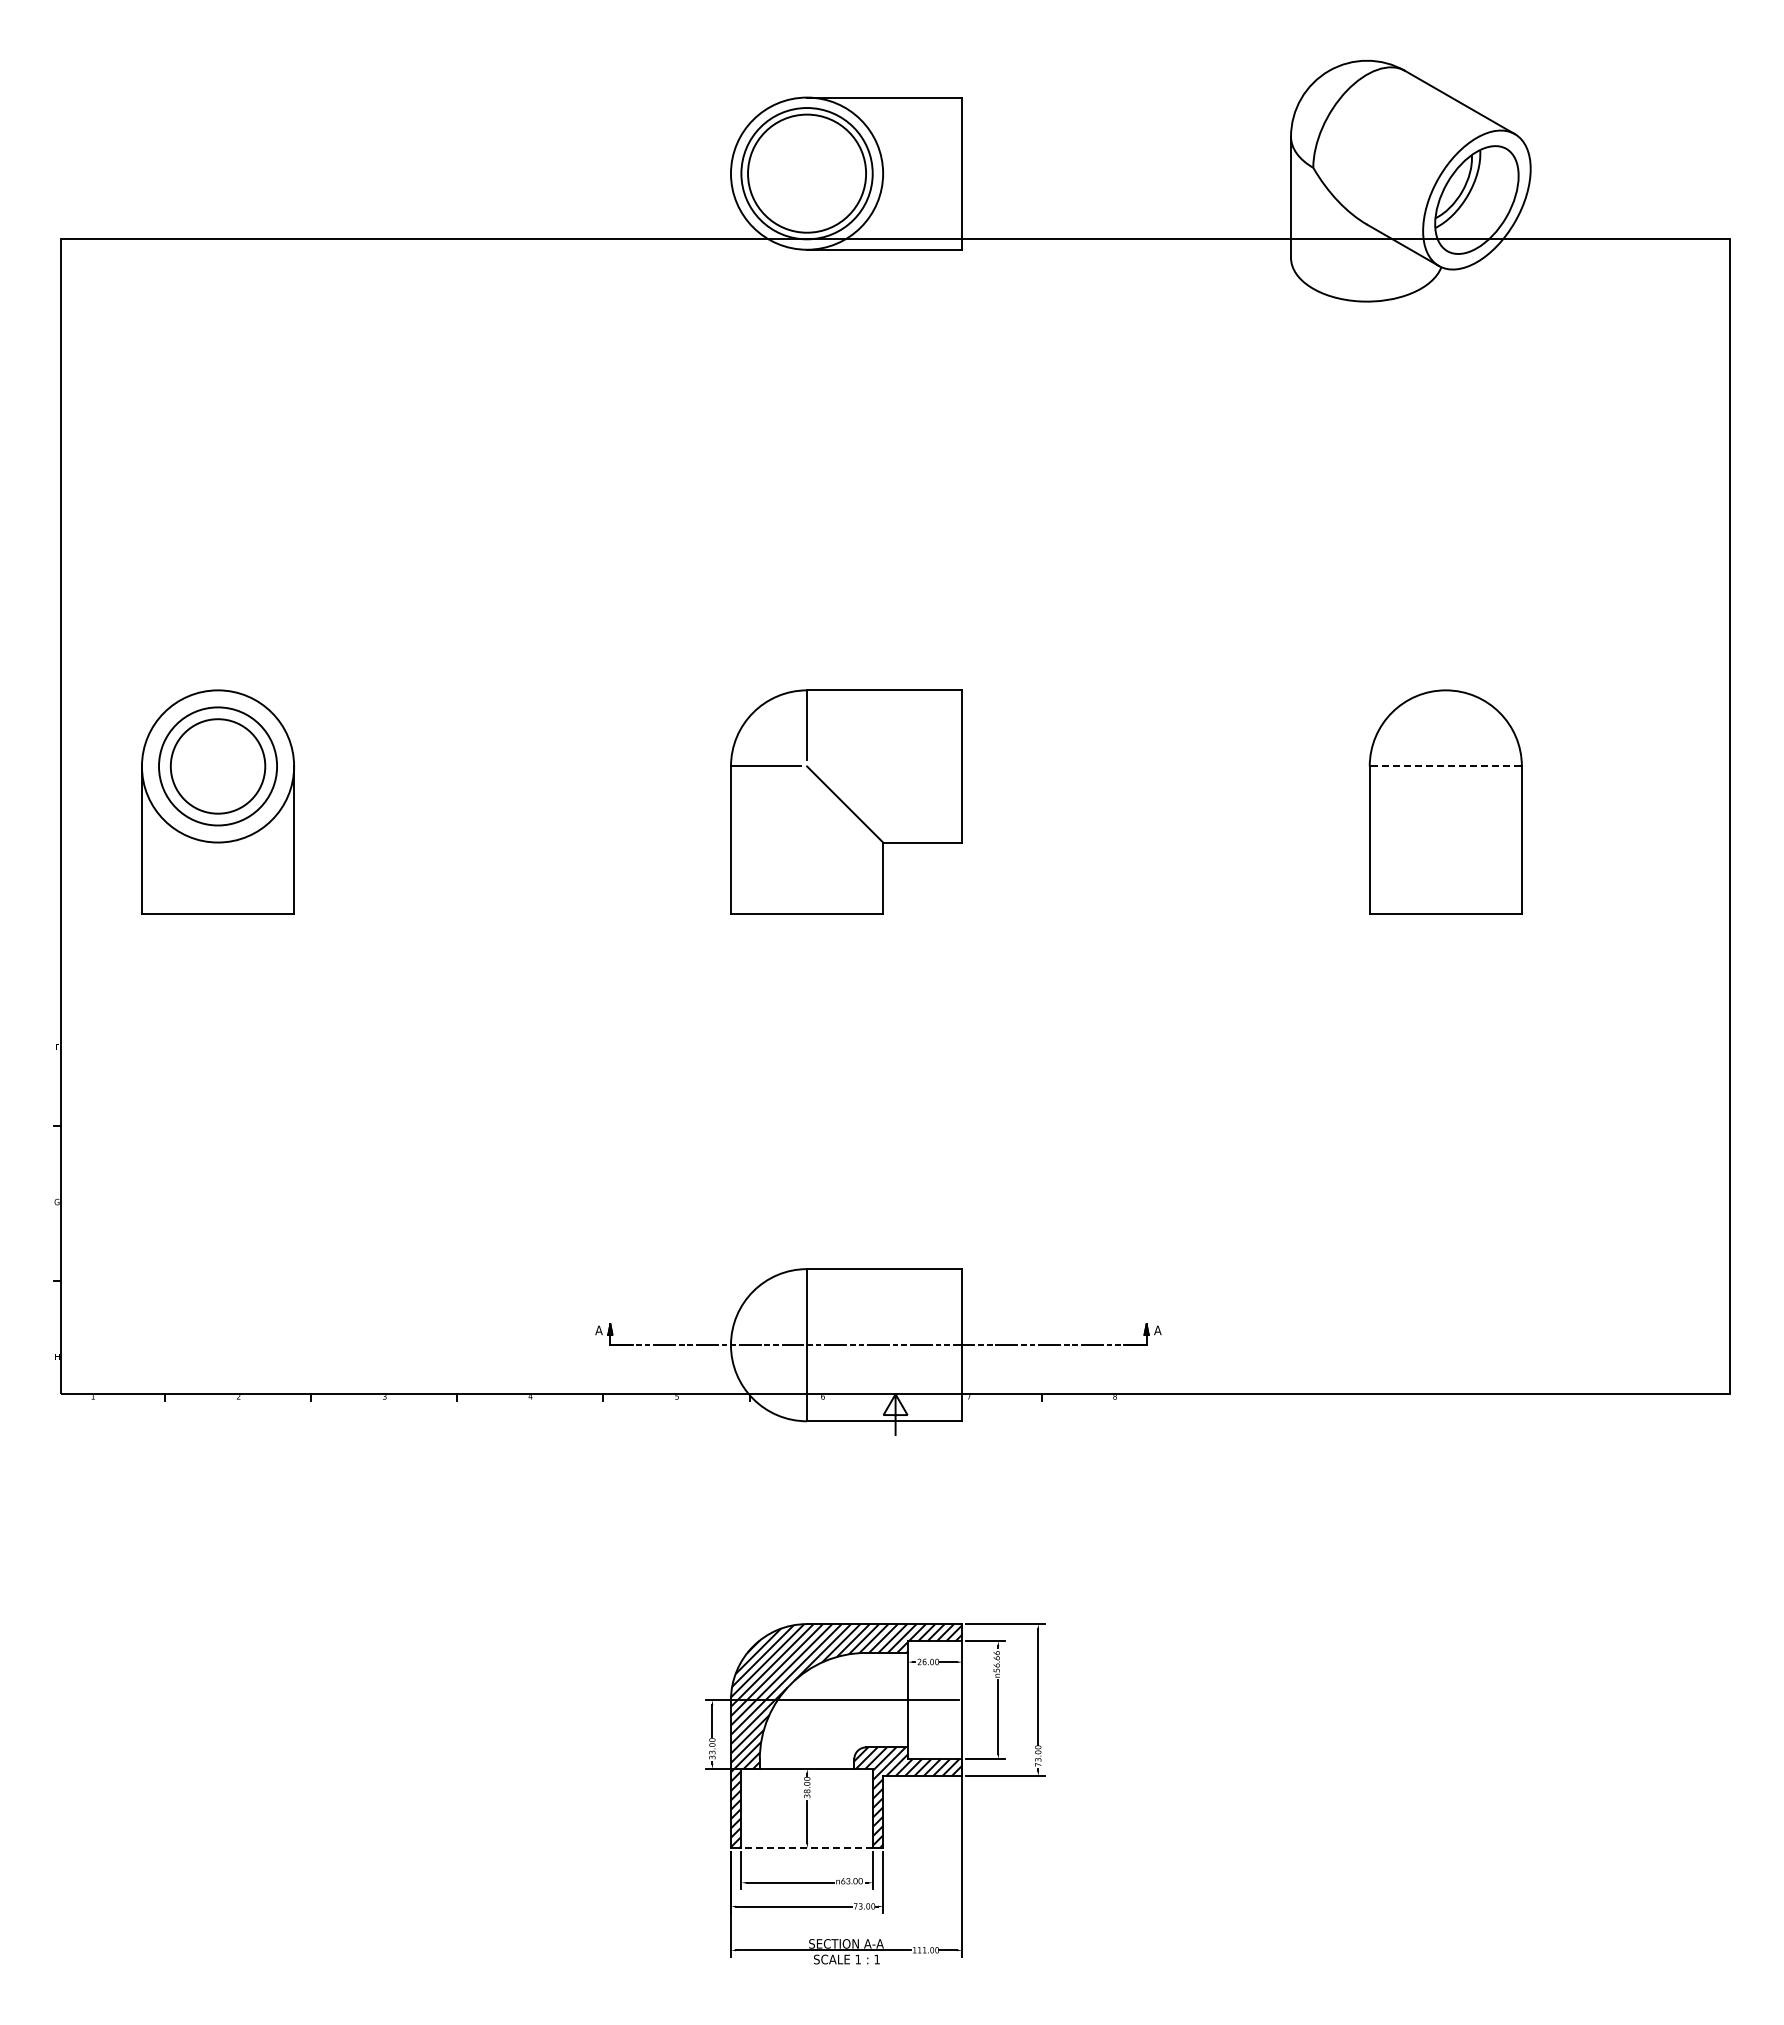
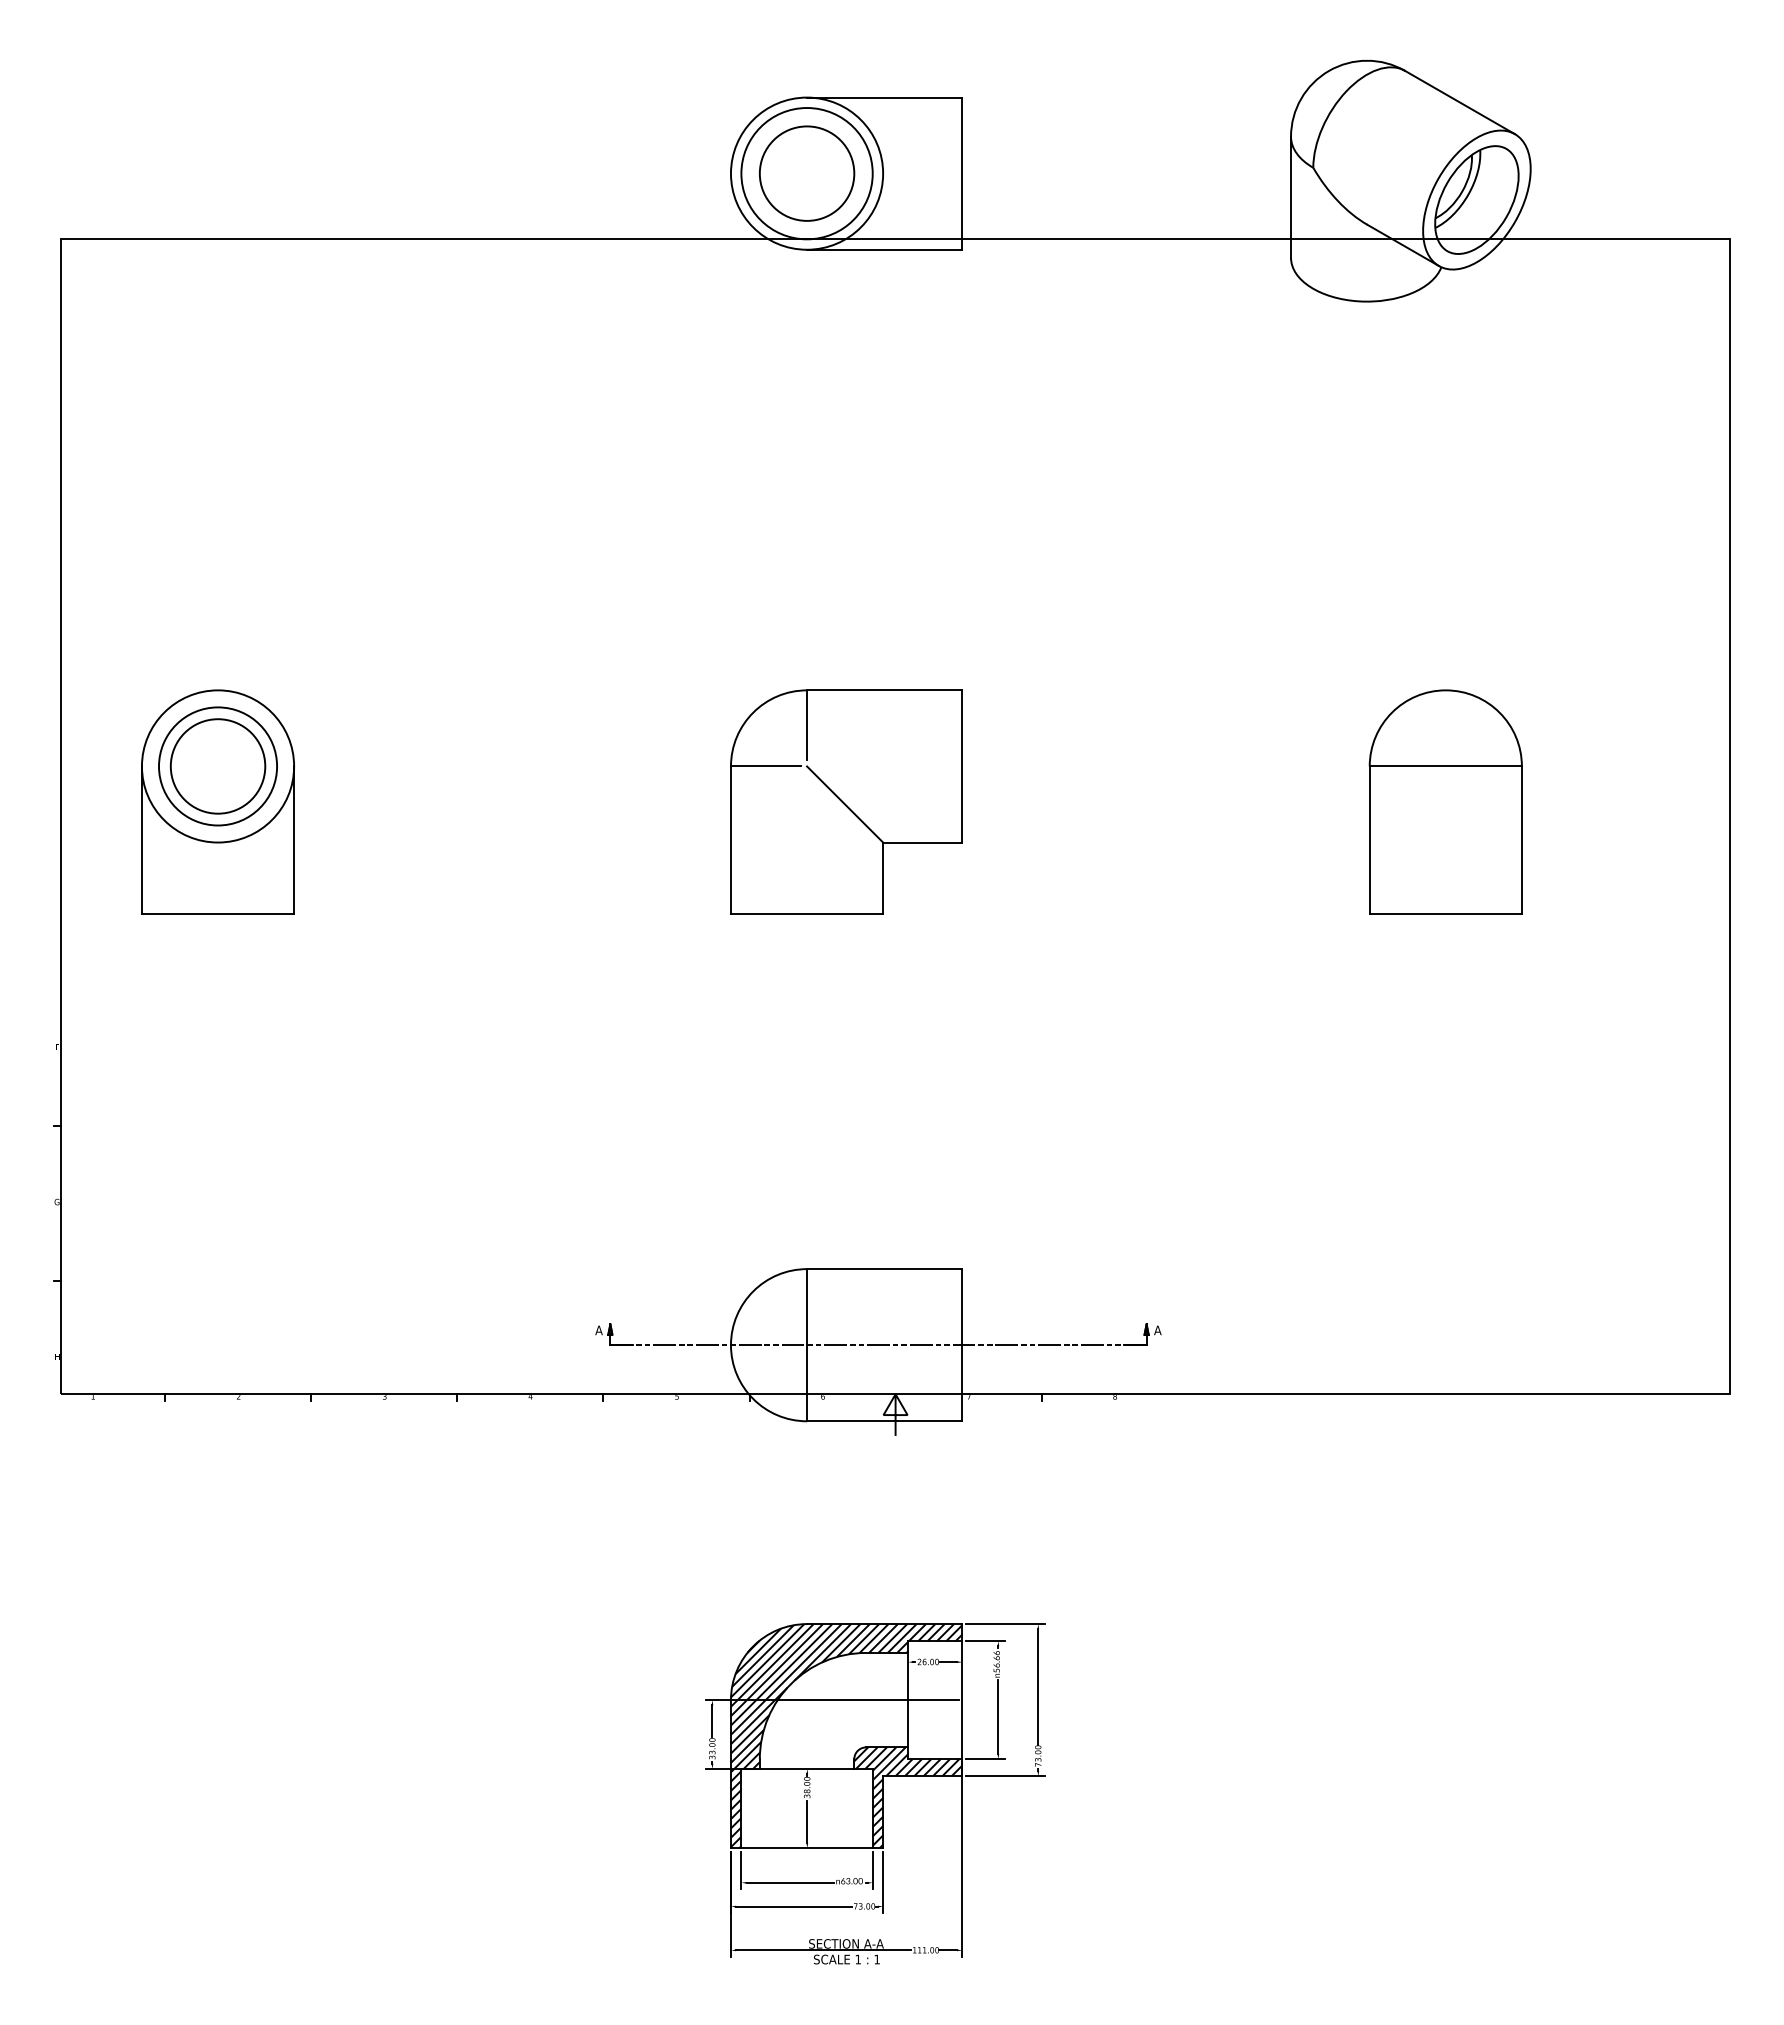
circle at (807, 173) diameter: 118 px -> 94 px
line at (1445, 766): dashed -> solid
line at (807, 1848): dashed -> solid
